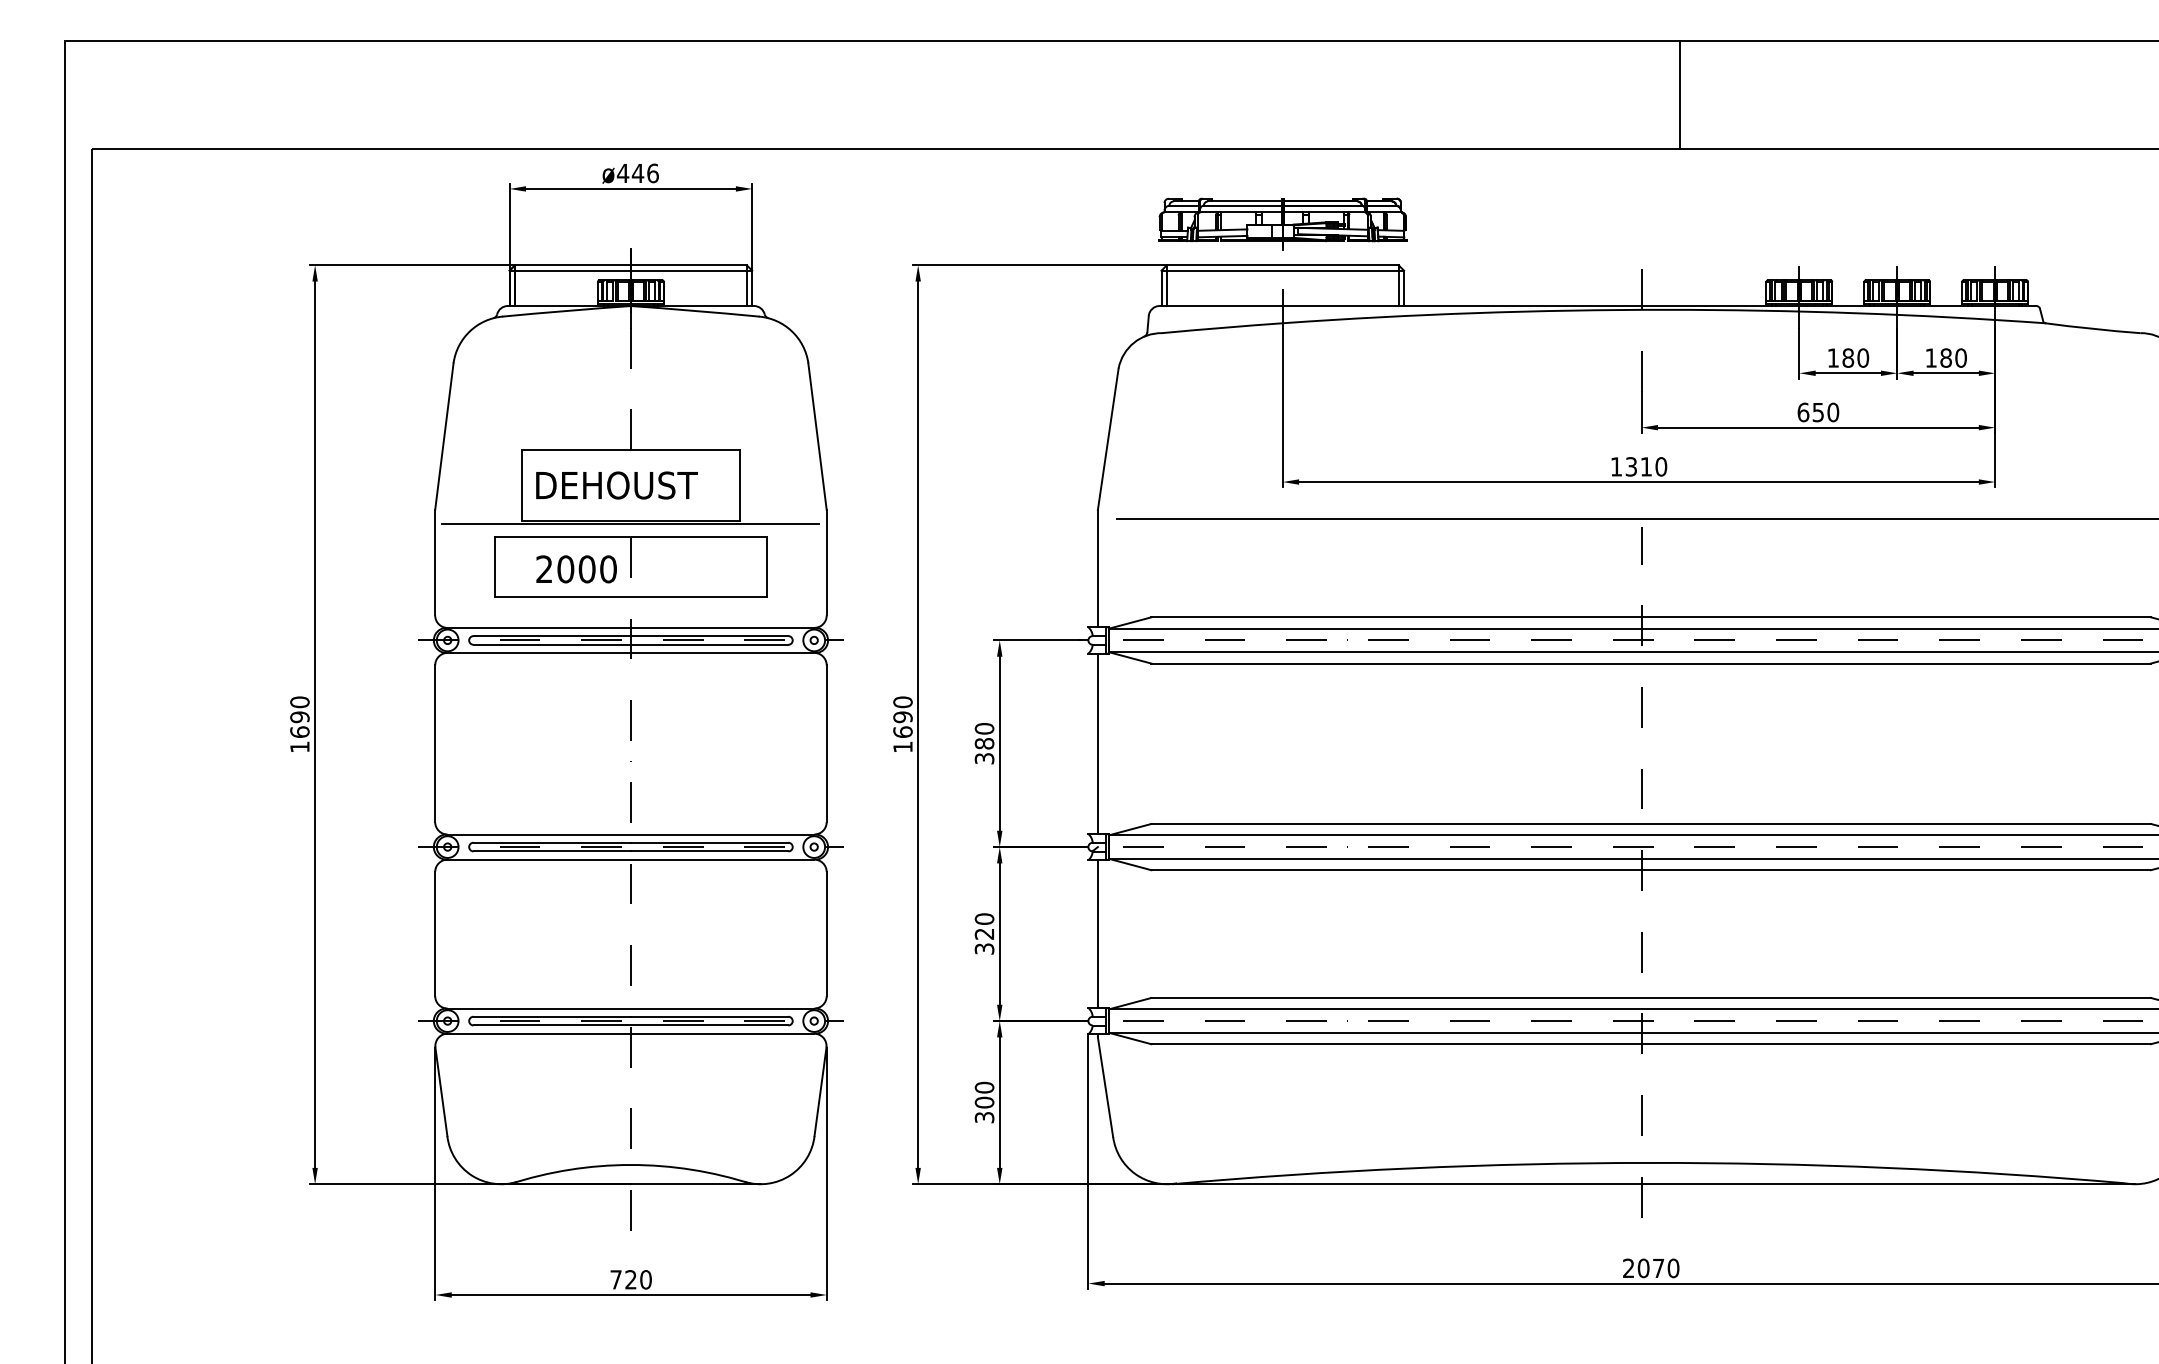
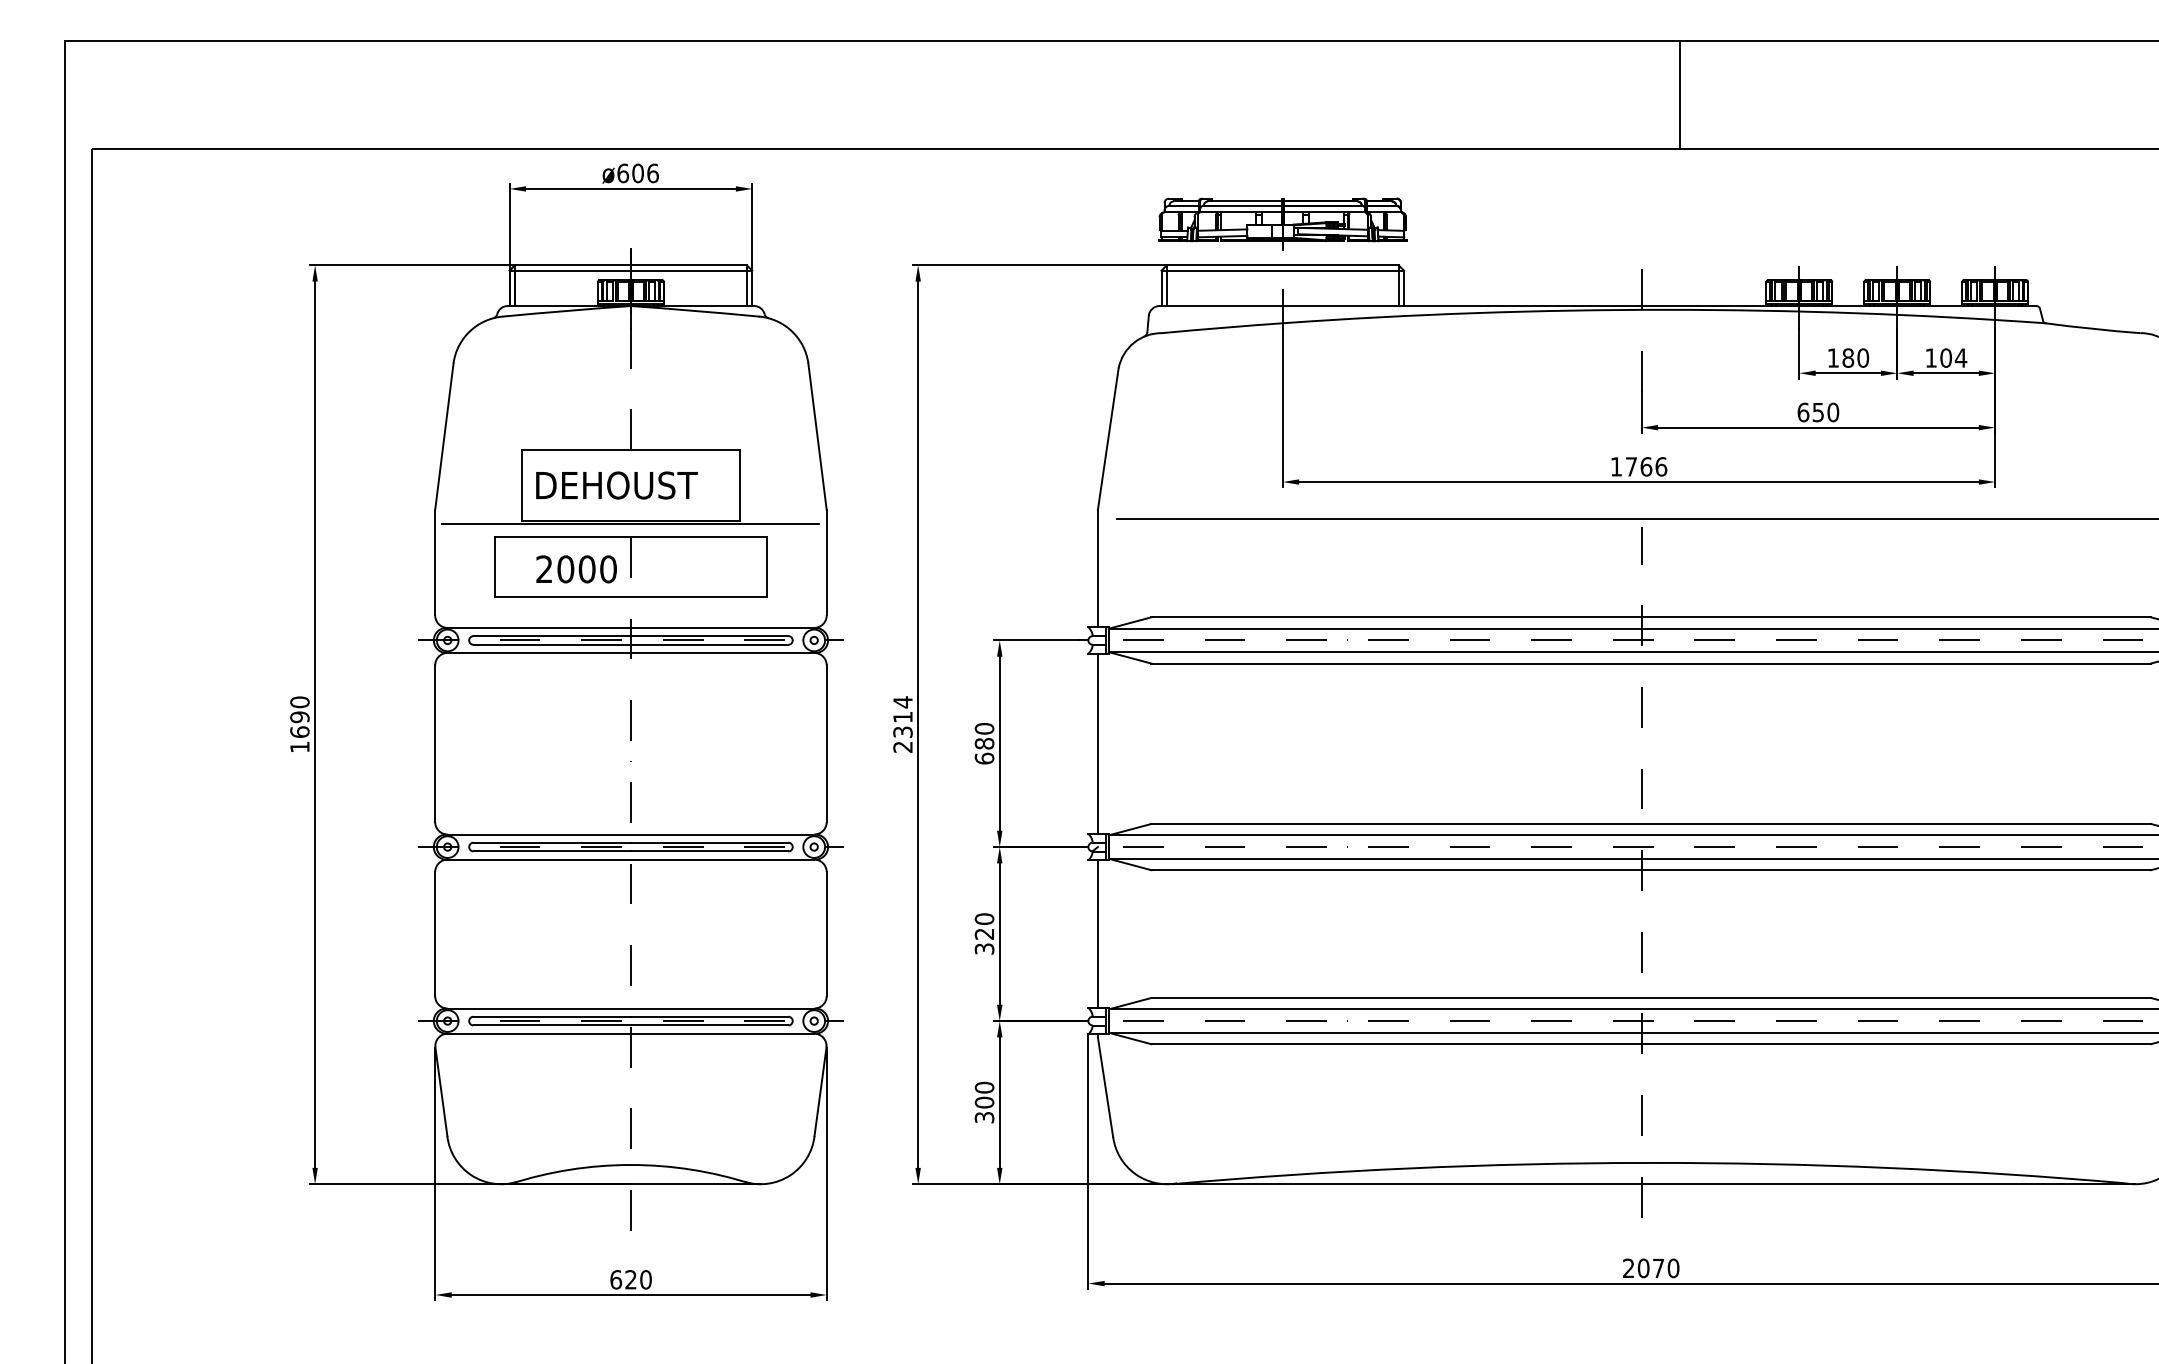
text at (630, 173): ø446 -> ø606
text at (1953, 357): 180 -> 104
text at (1646, 466): 1310 -> 1766
text at (902, 724): 1690 -> 2314
text at (984, 758): 380 -> 680
text at (616, 1279): 720 -> 620
